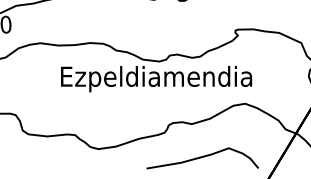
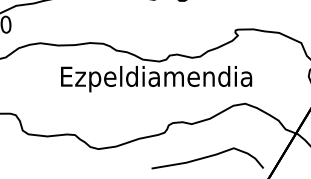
curve at (202, 157) position: (202, 157) -> (207, 157)
